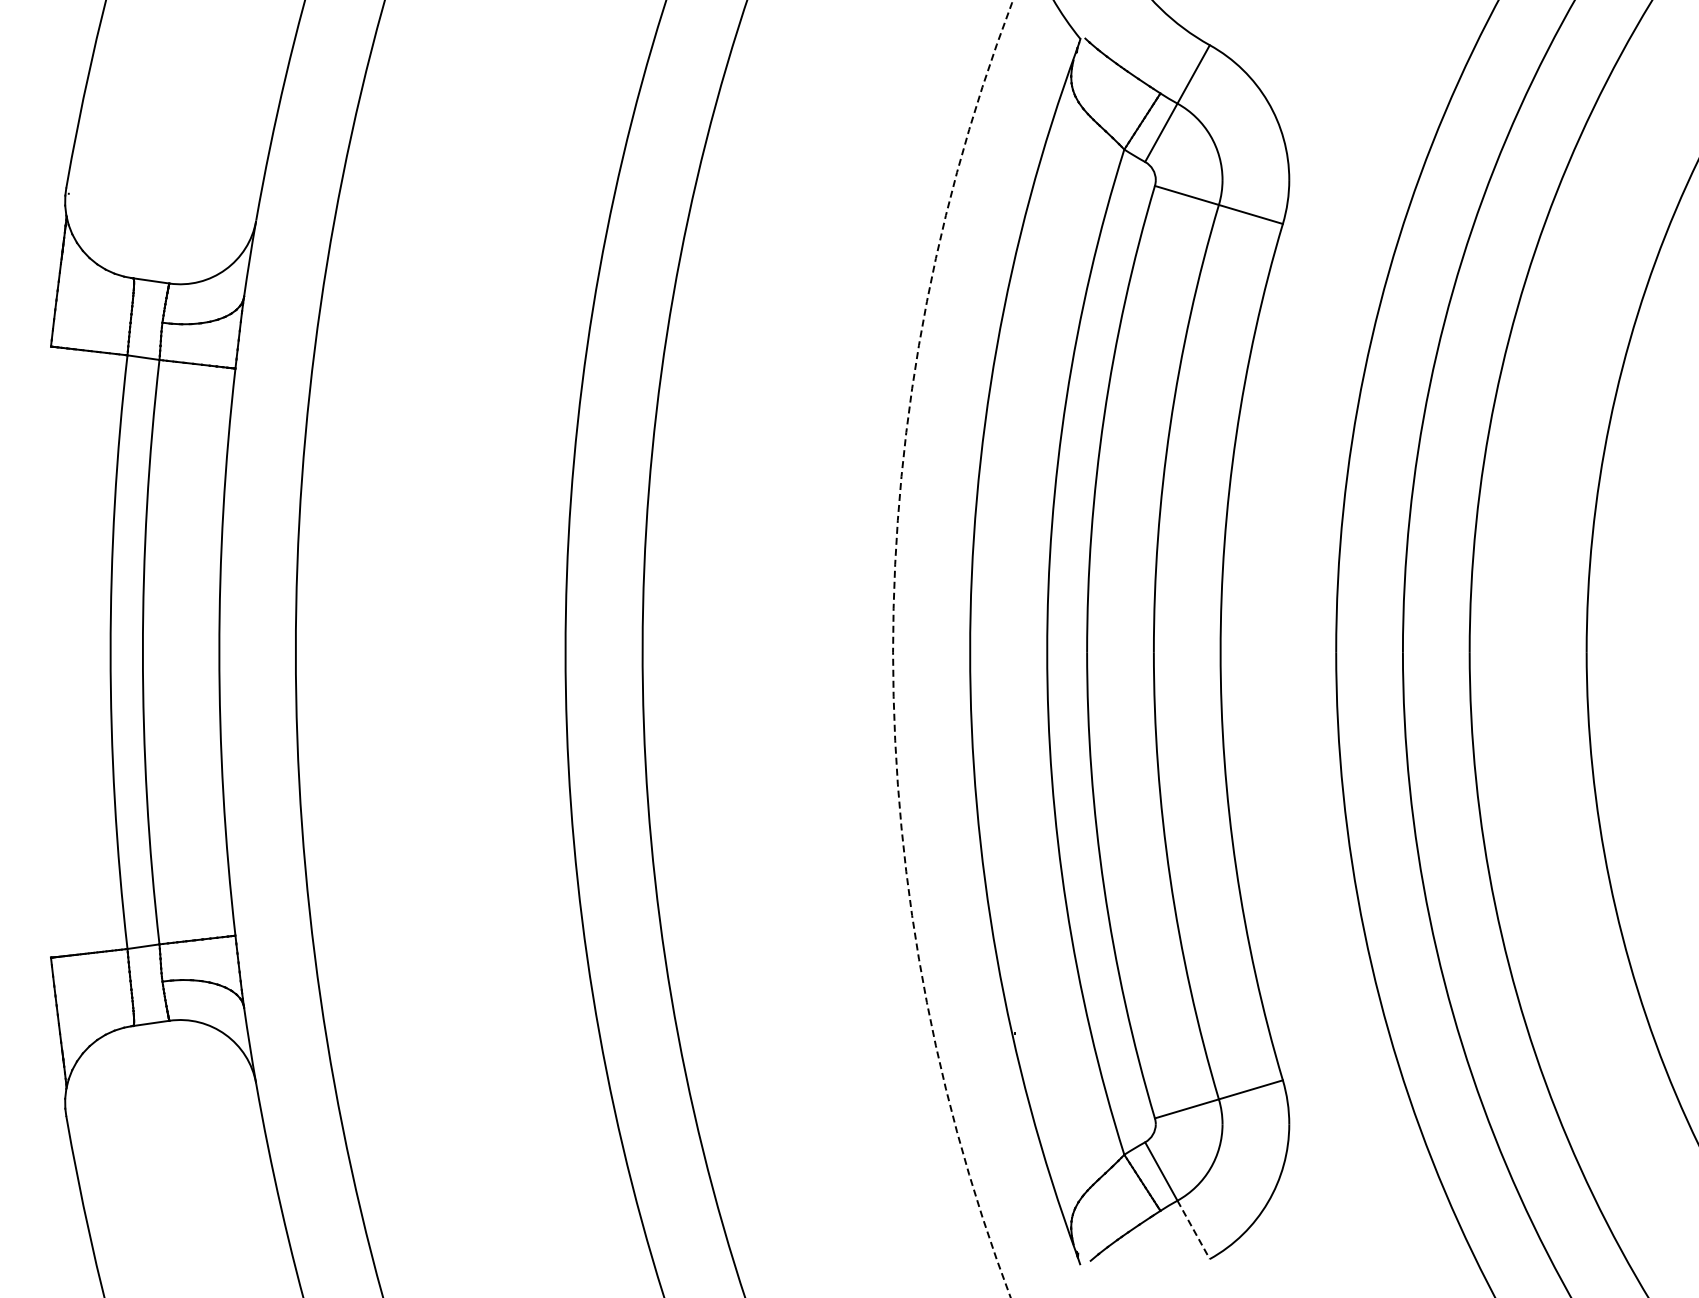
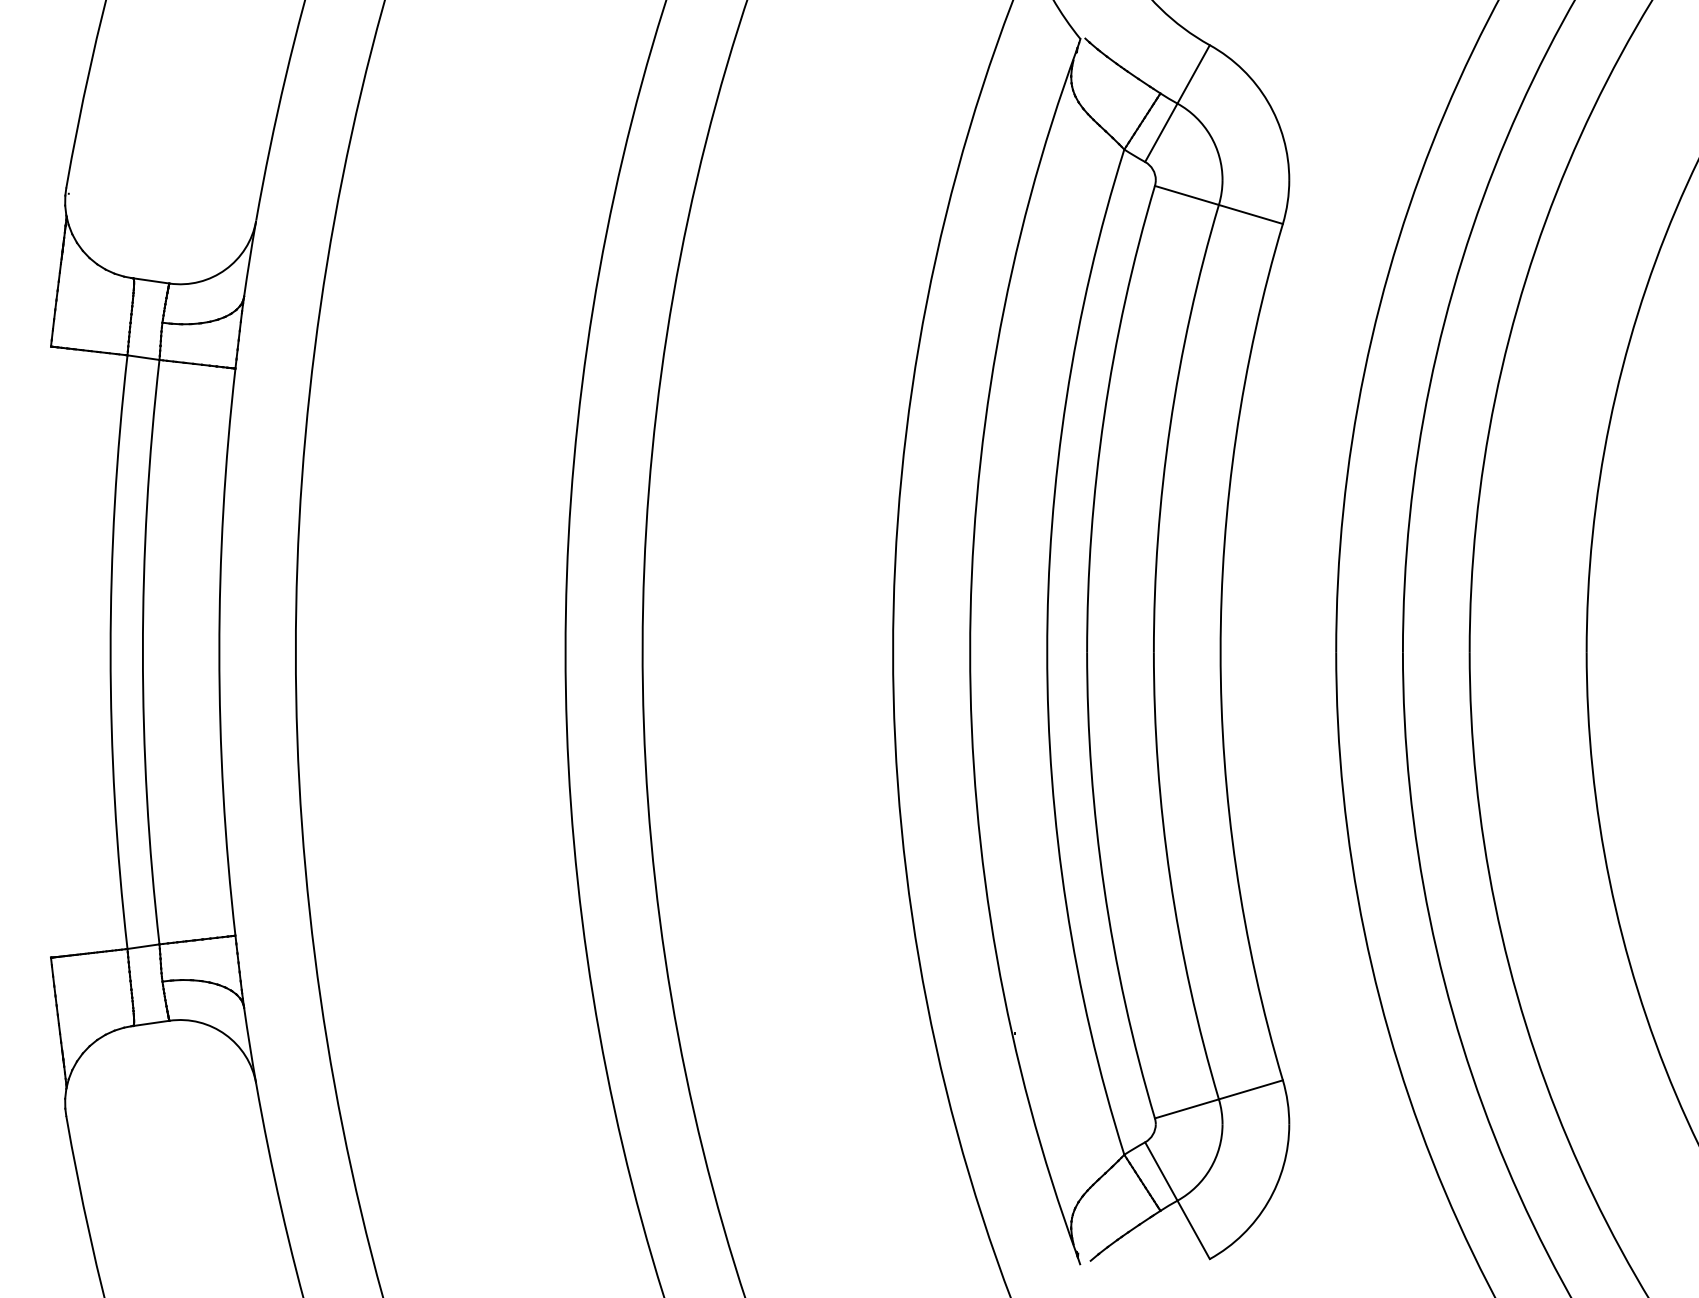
arc at (893, 649): dashed -> solid
line at (1193, 1230): dashed -> solid
